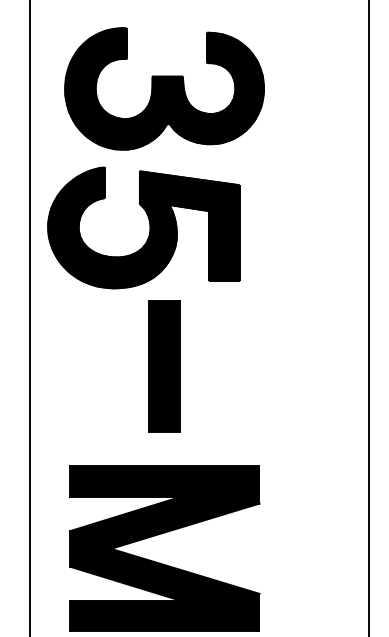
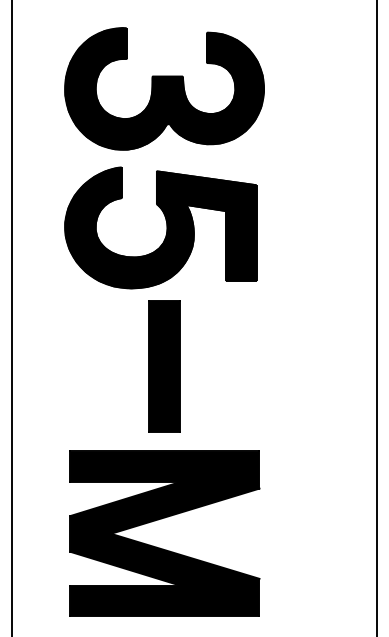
part at (143, 227) position: (143, 227) -> (160, 227)
line at (29, 317) position: (29, 317) -> (11, 317)
line at (369, 317) position: (369, 317) -> (377, 317)
part at (162, 534) position: (162, 534) -> (162, 519)
